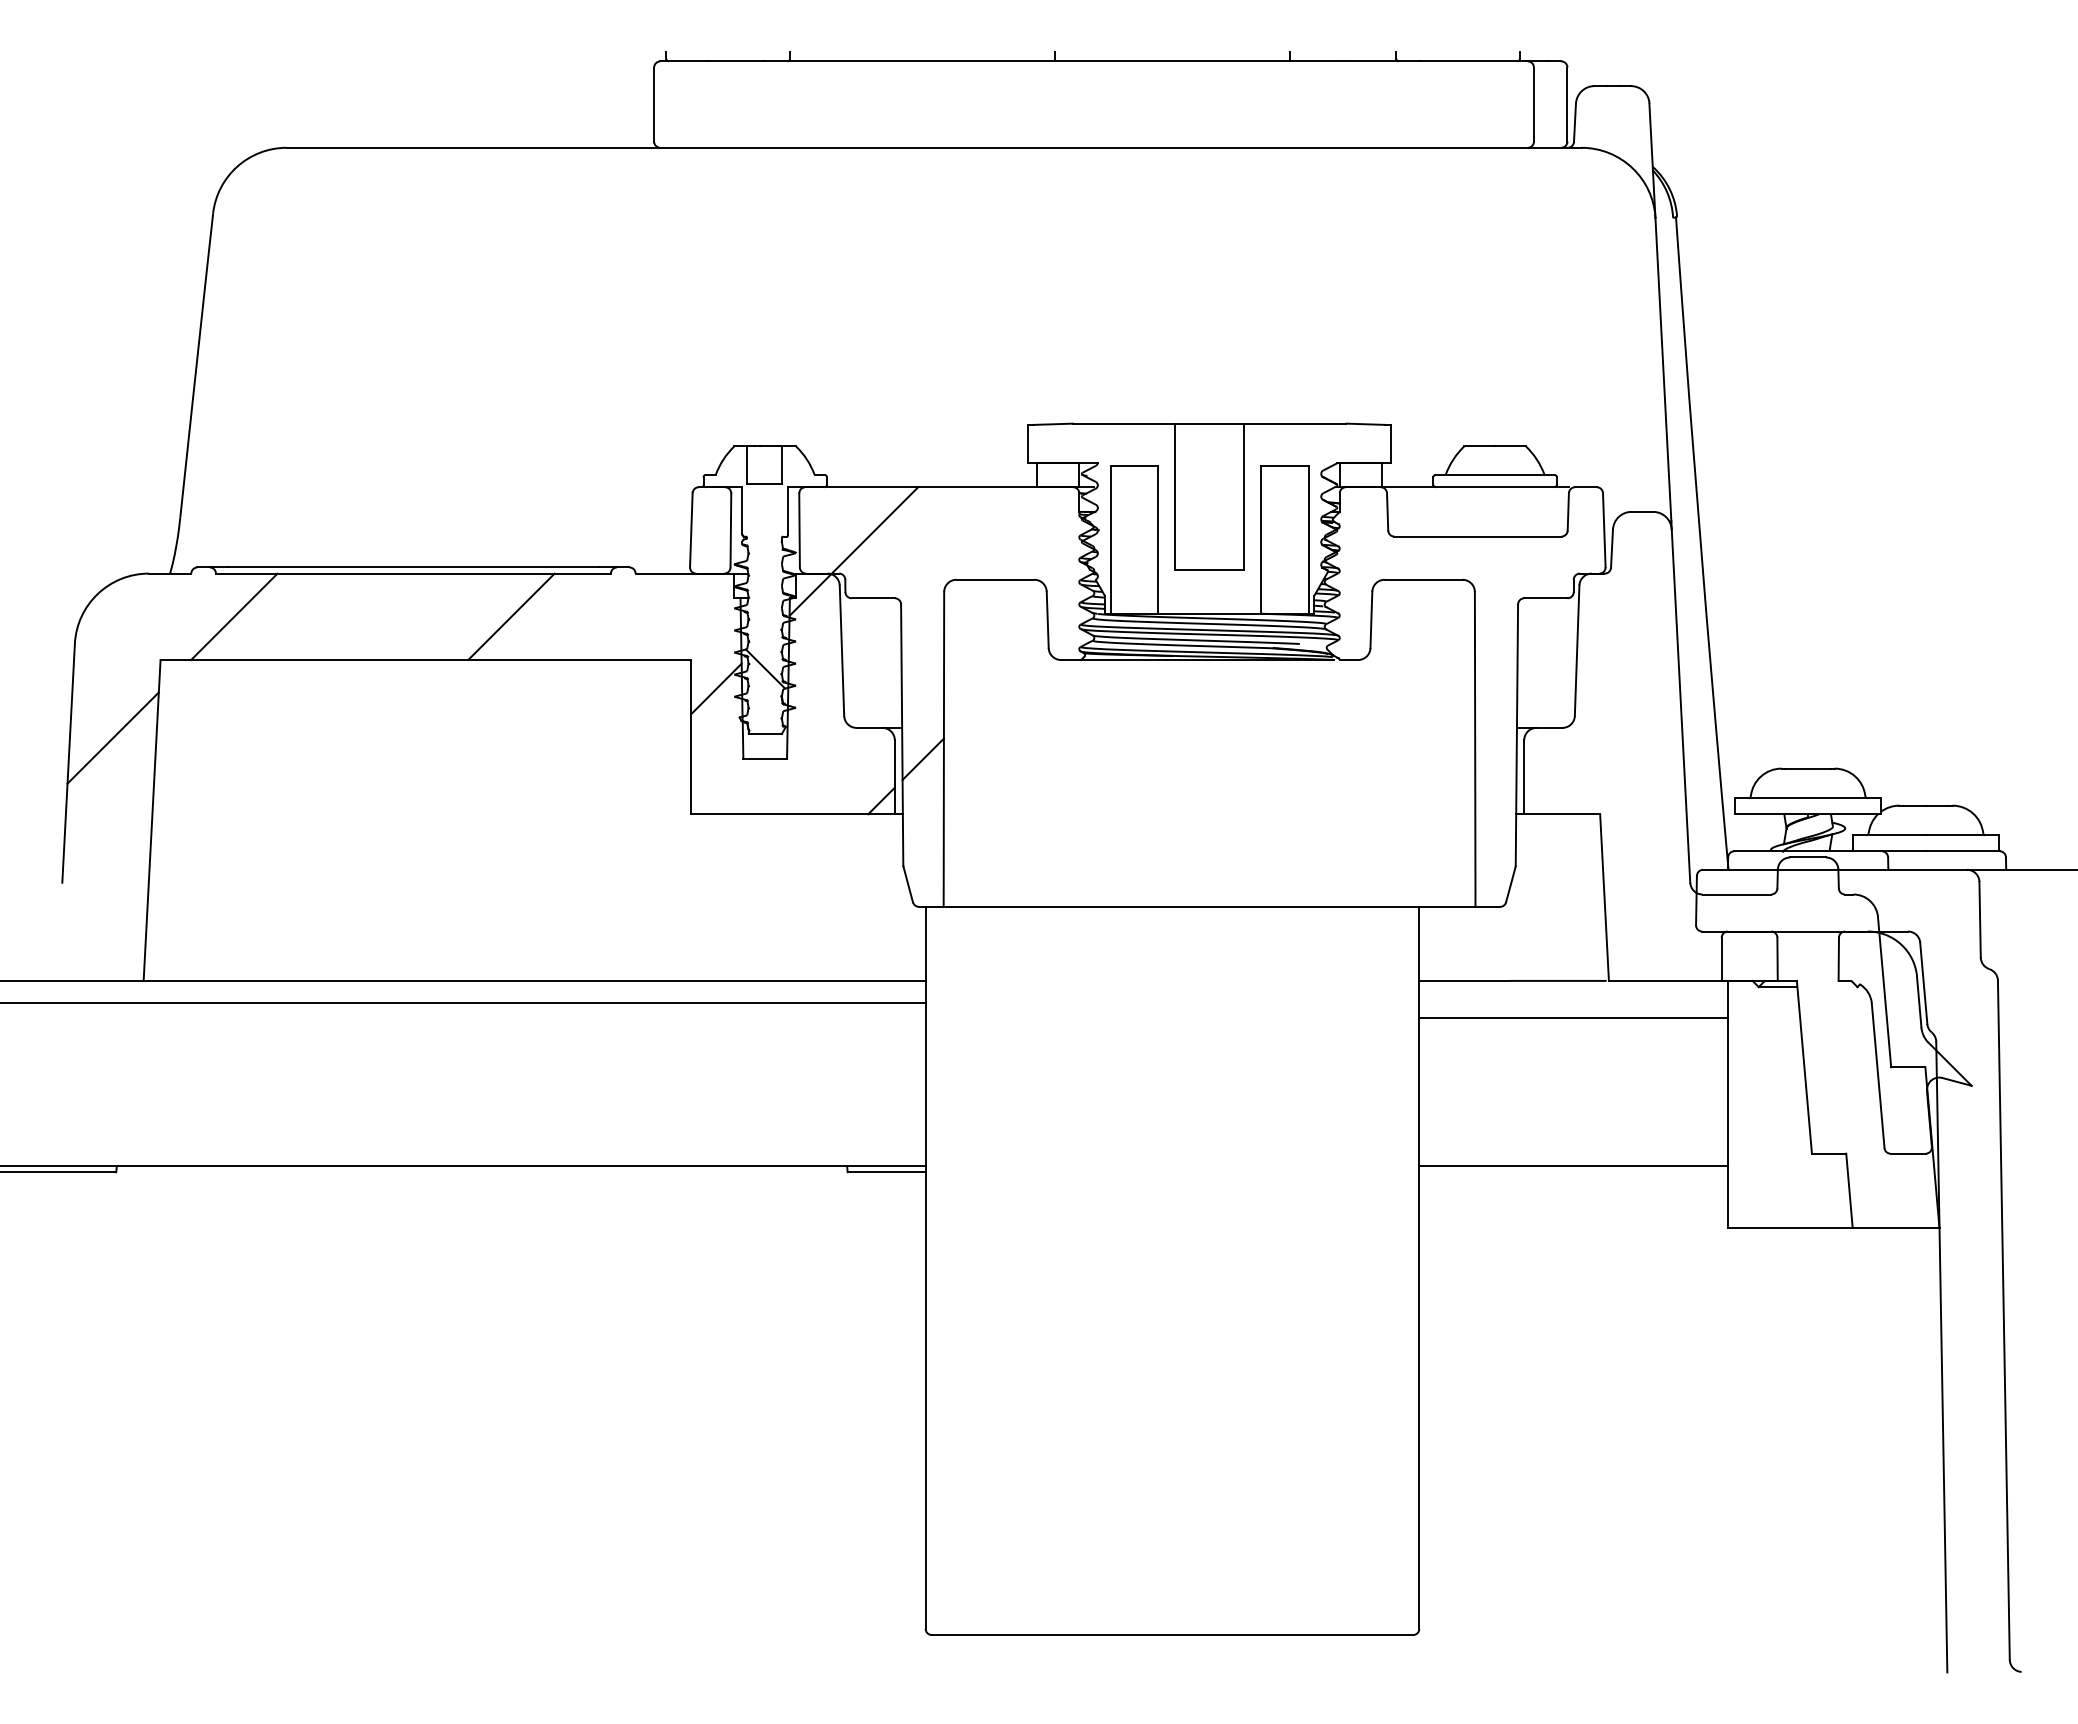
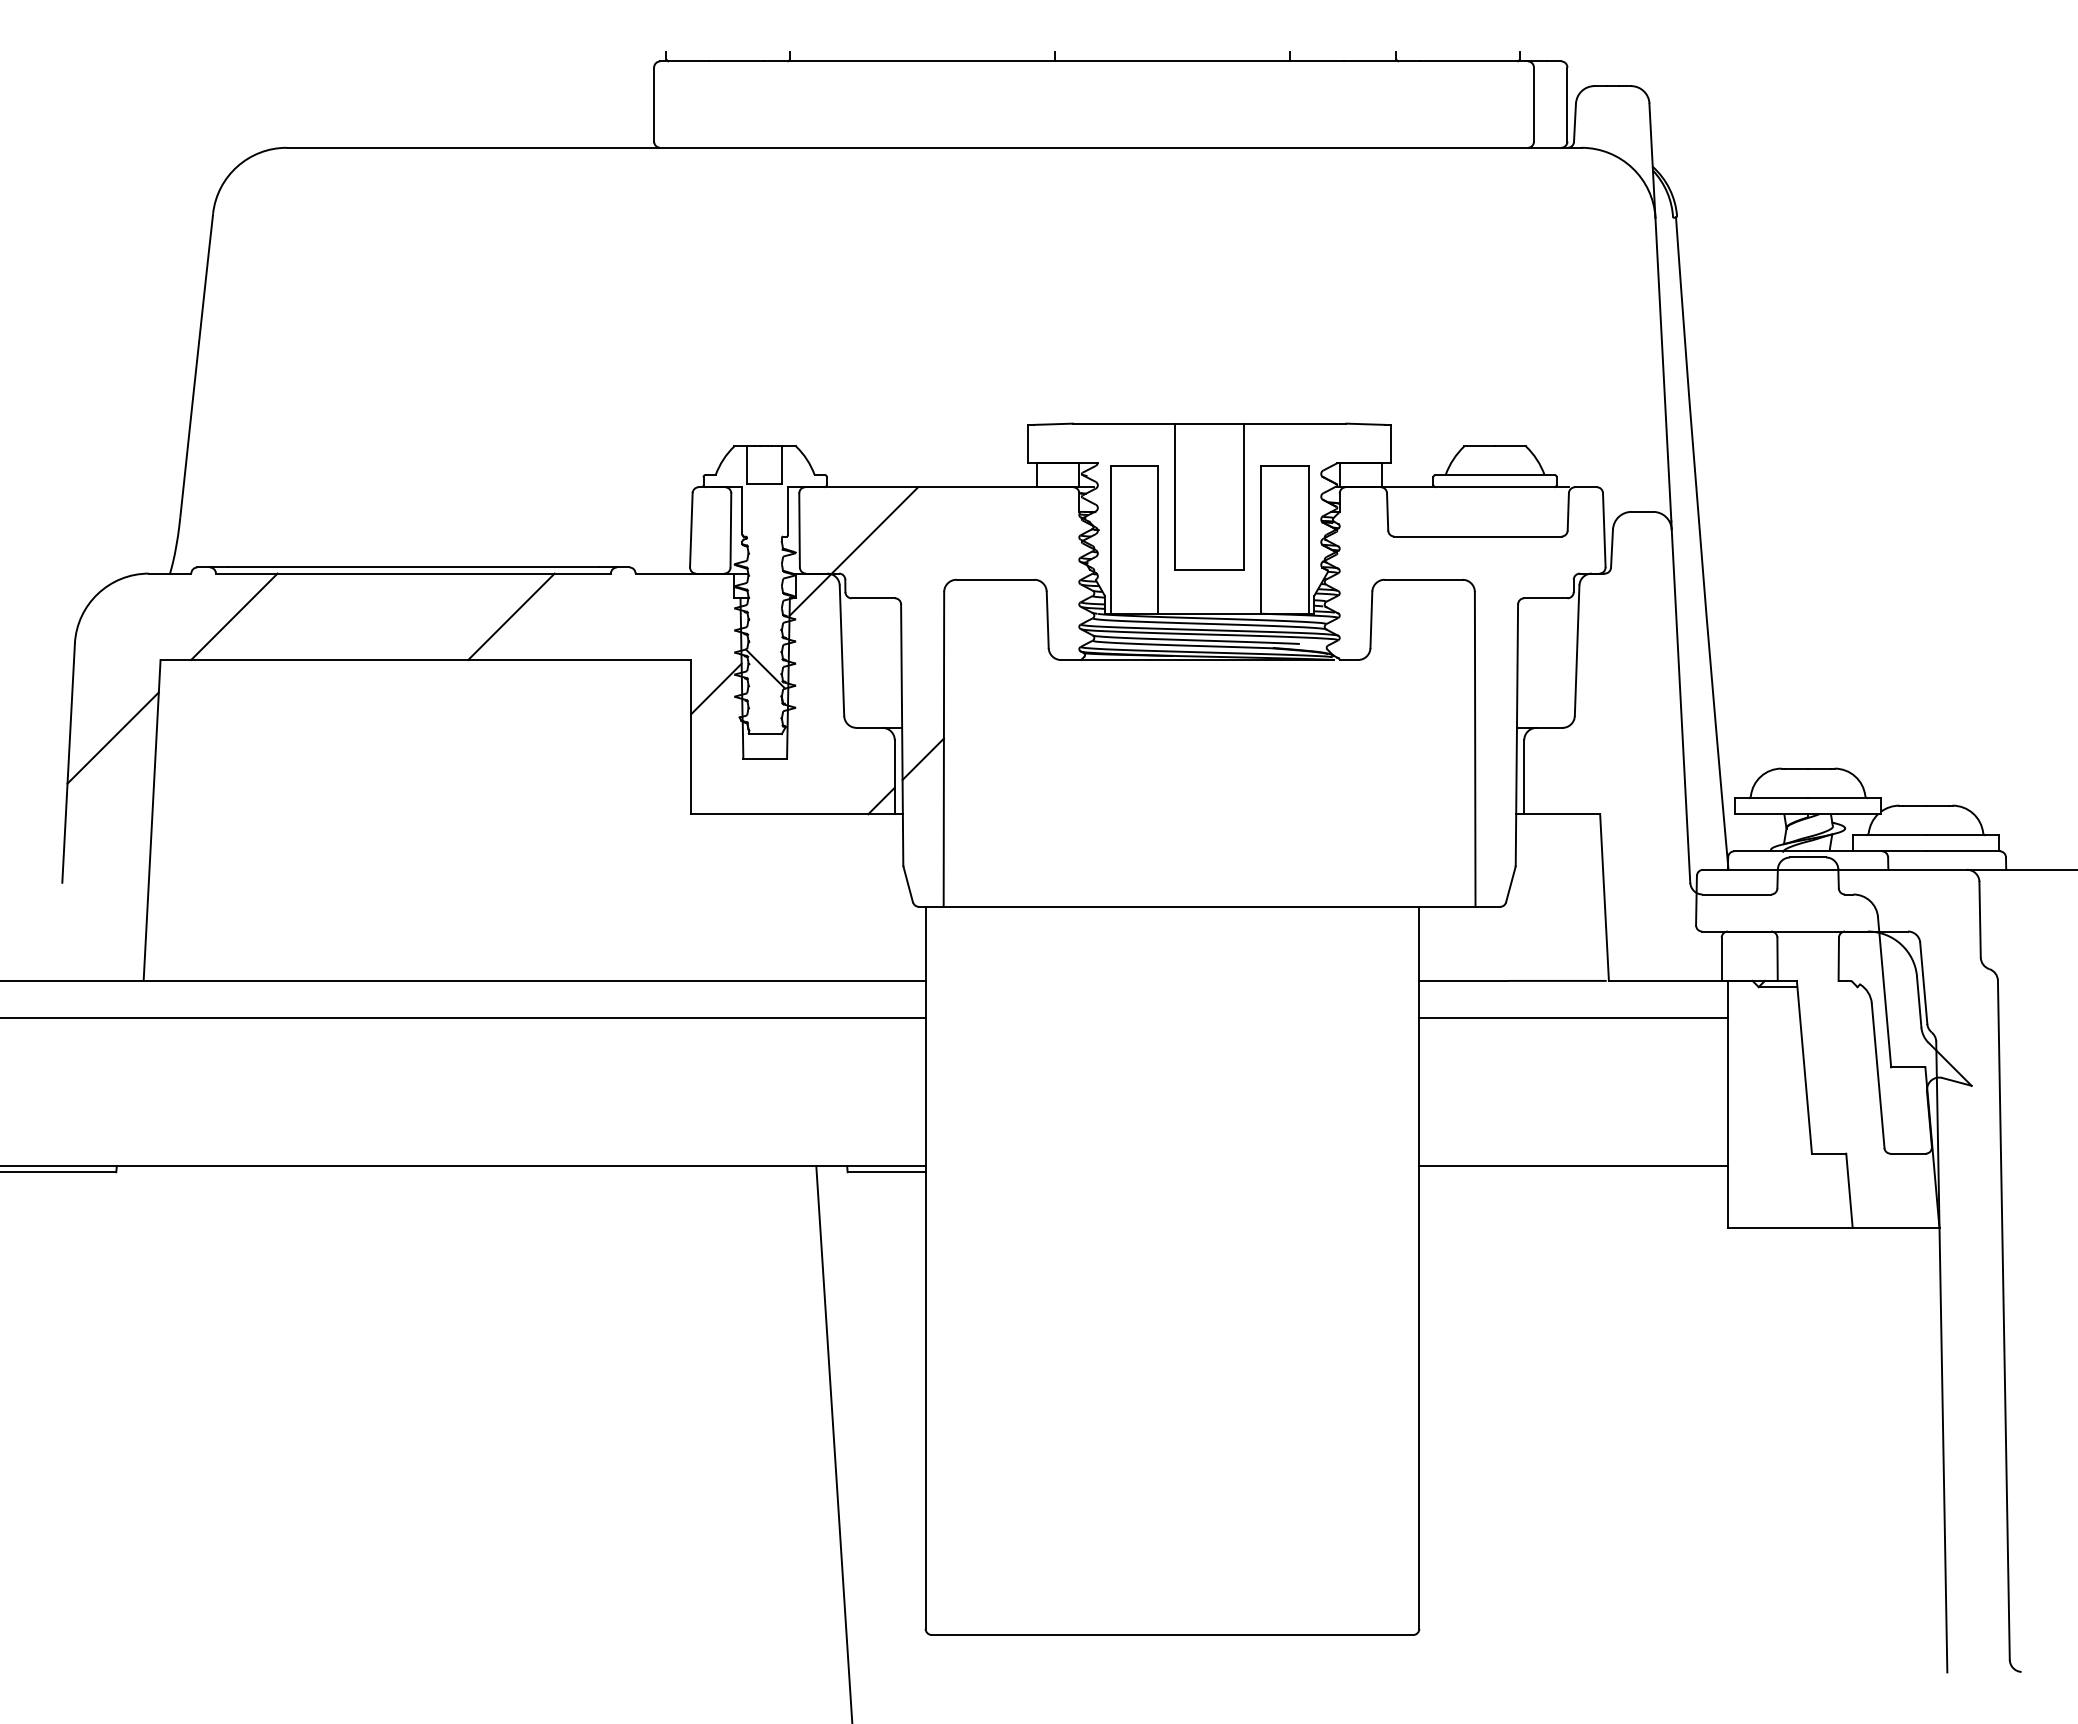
line at (463, 1002) position: (463, 1002) -> (463, 1017)
line at (834, 1443): none -> present
